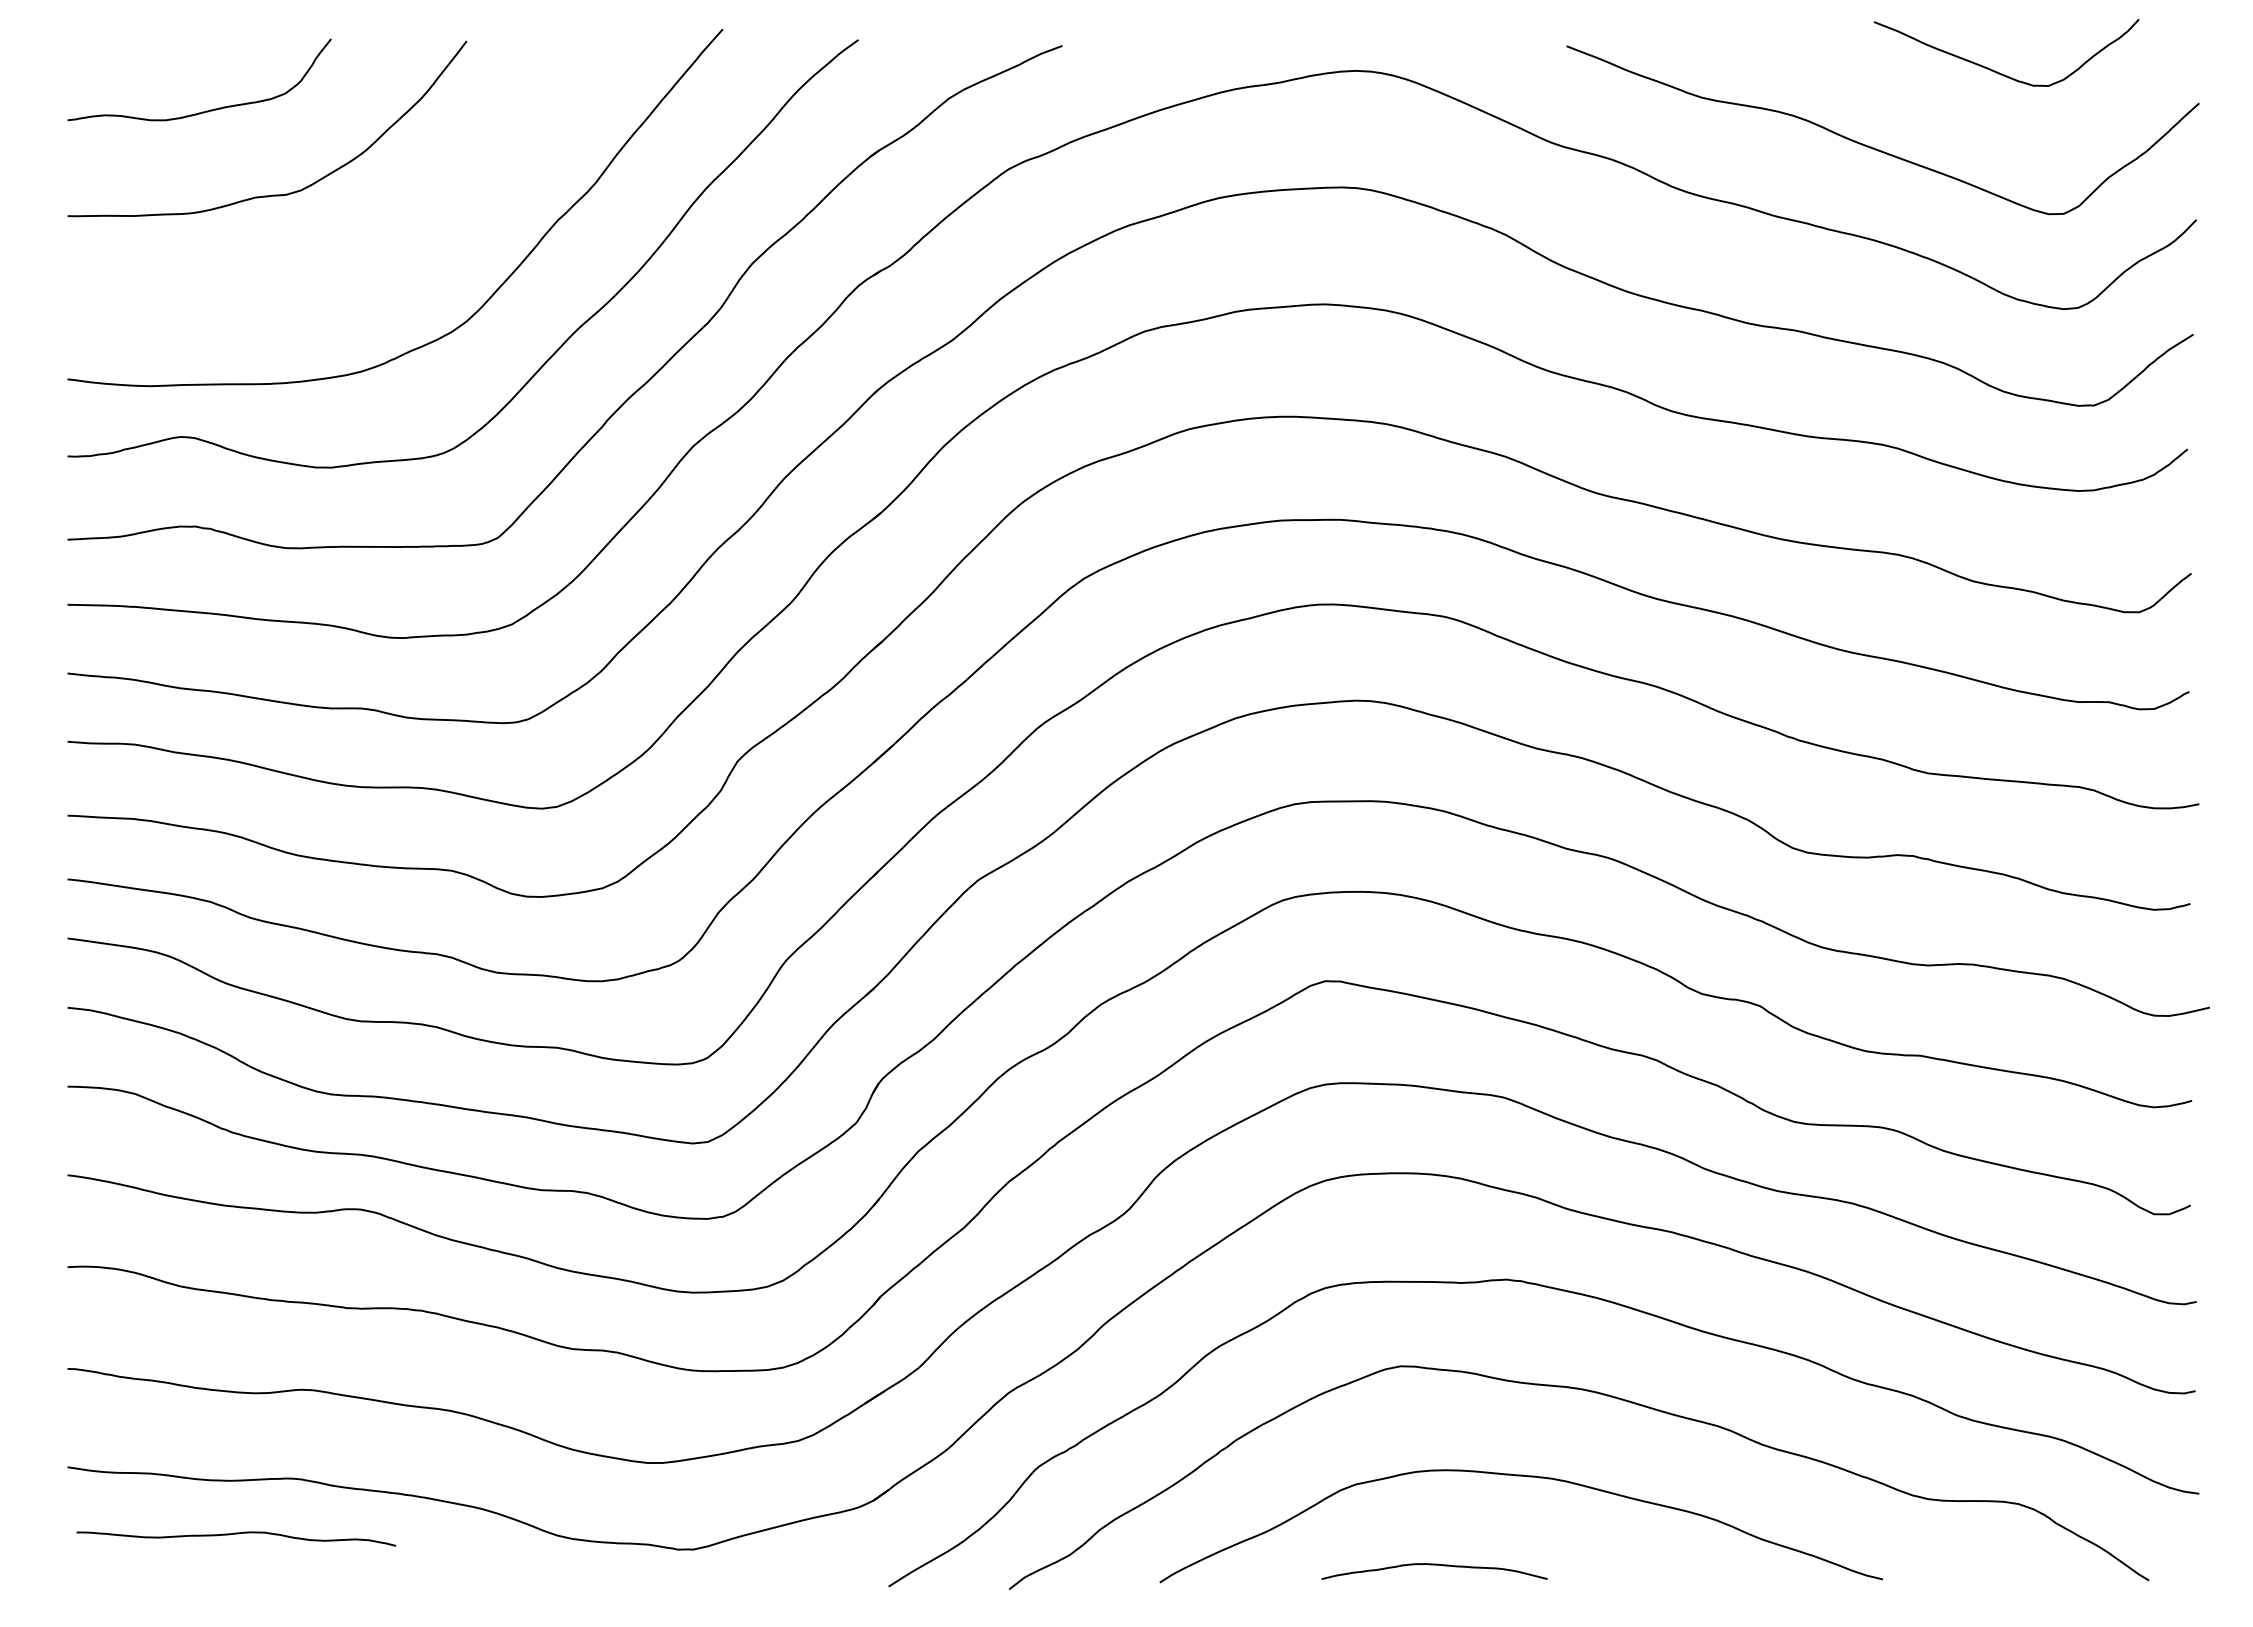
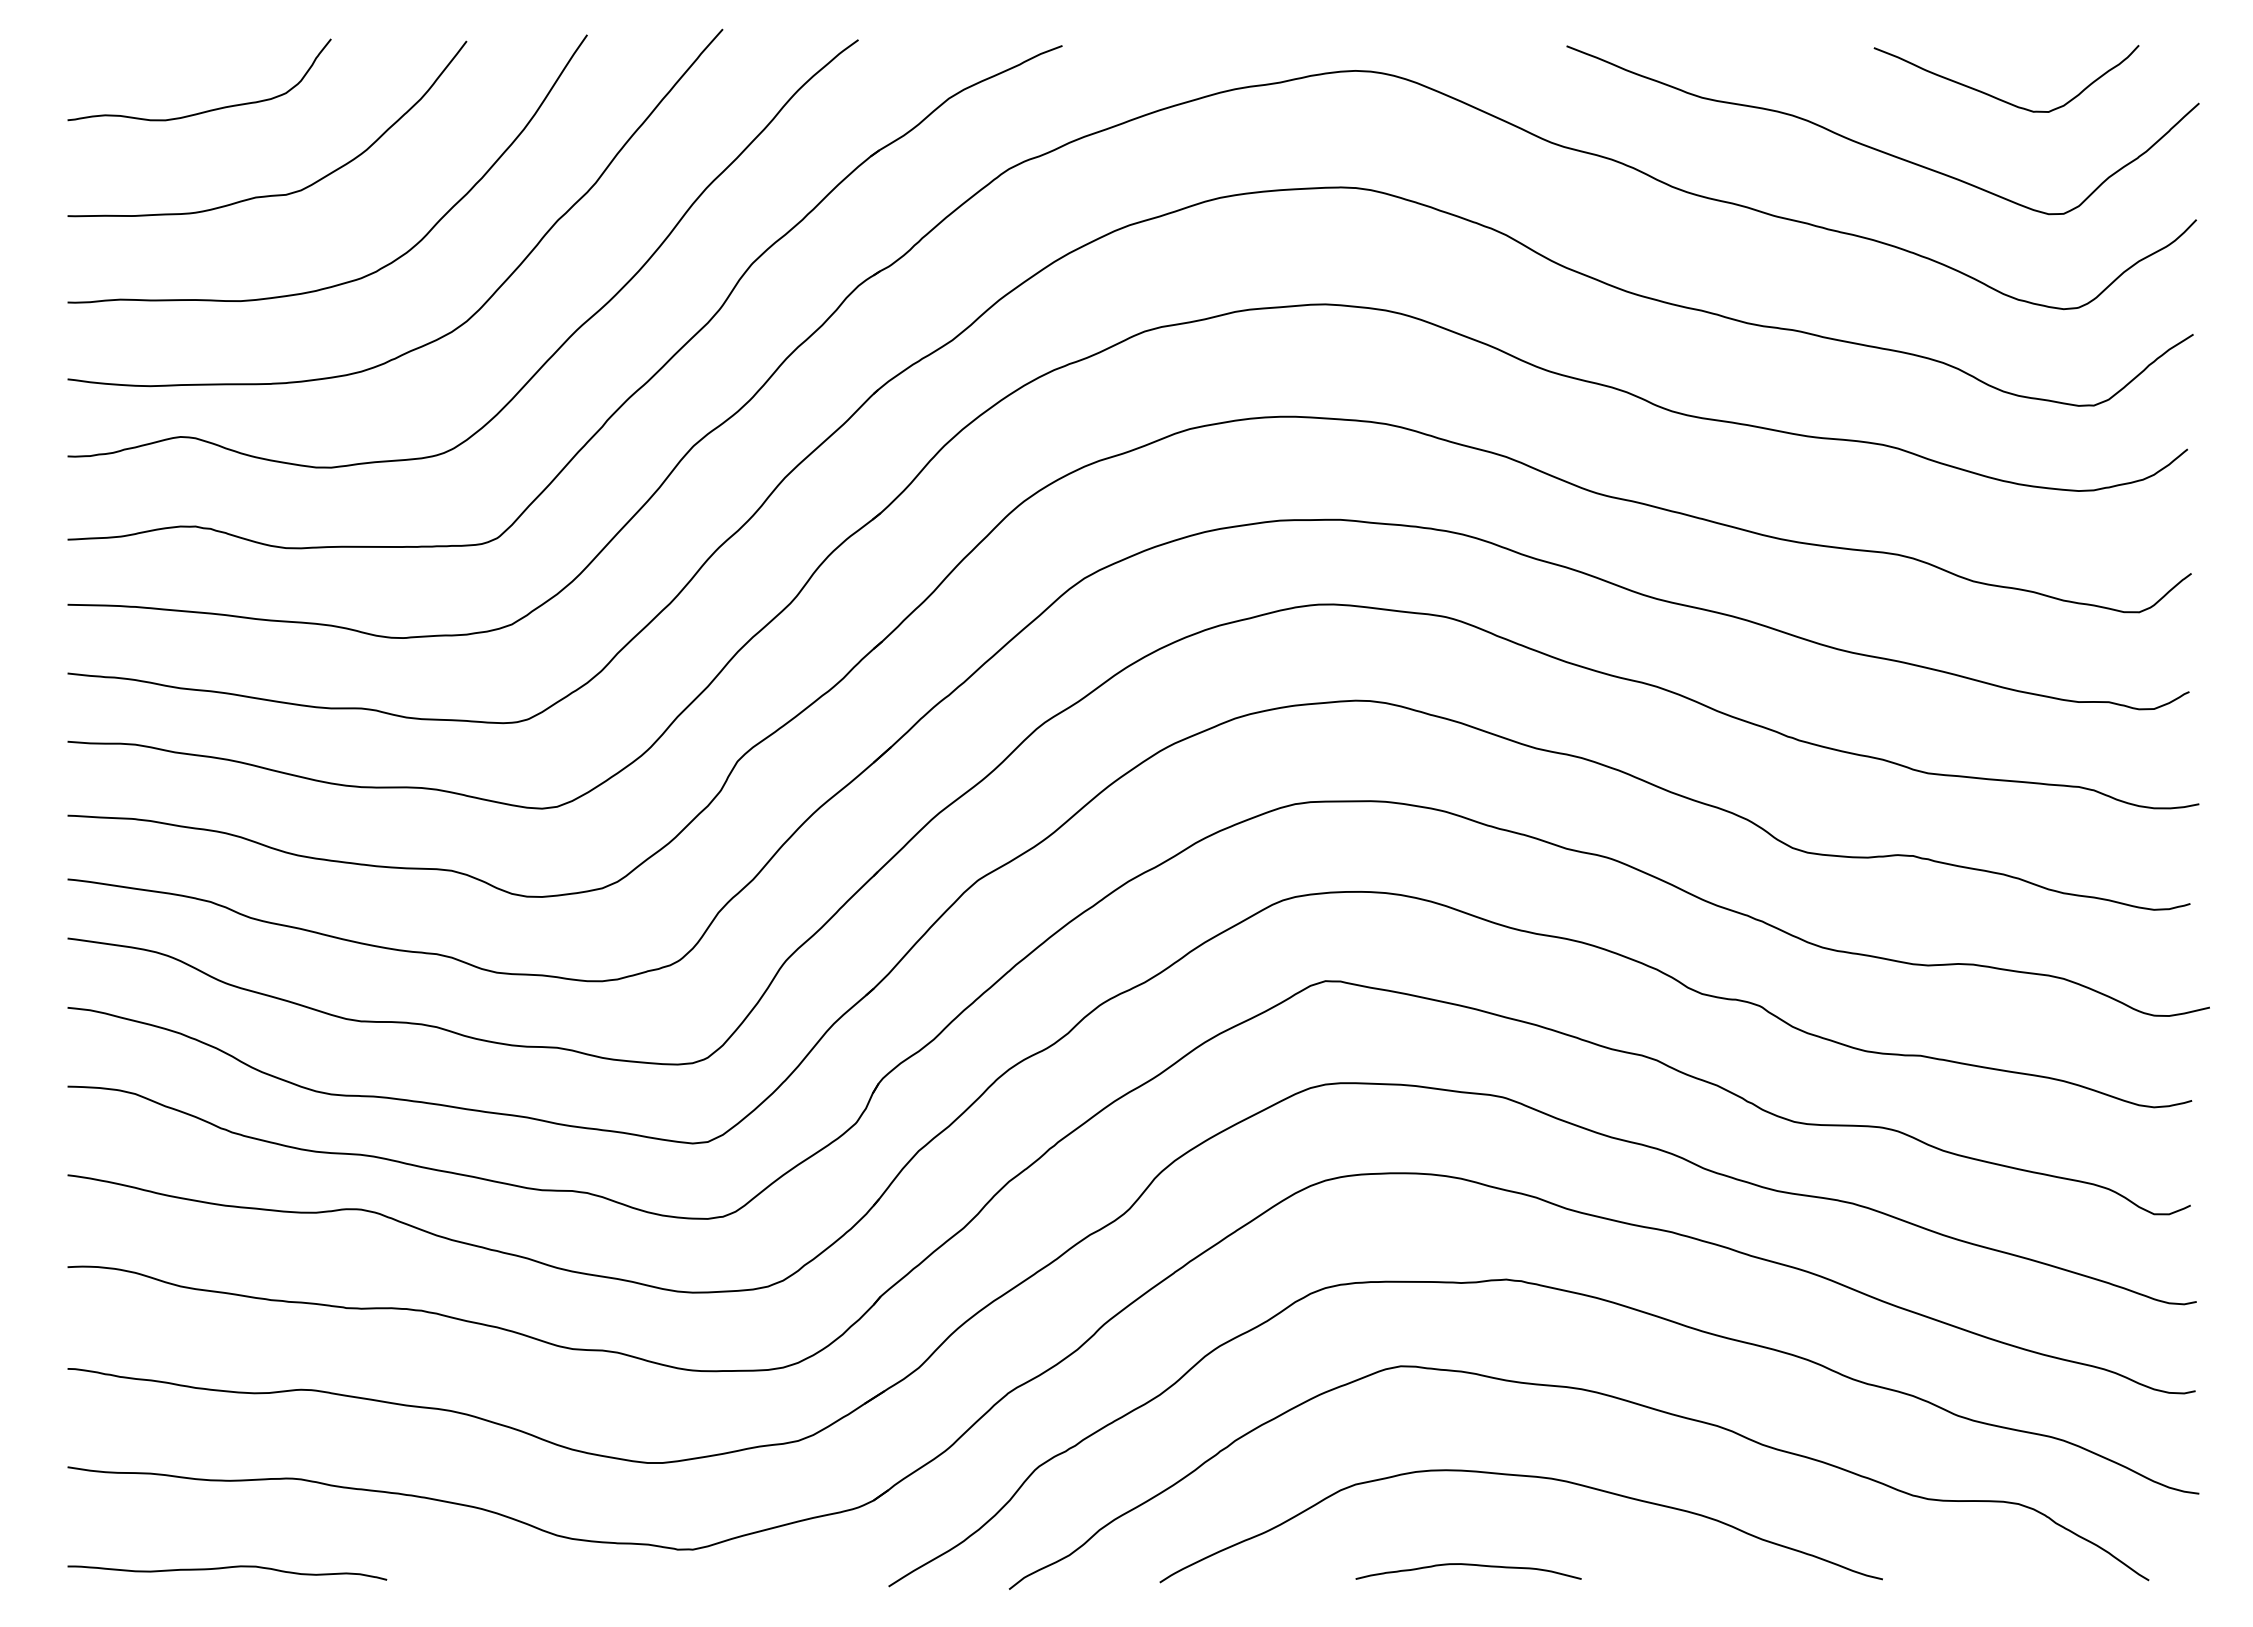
curve at (1997, 71) position: (1997, 71) -> (1997, 97)
curve at (380, 267): none -> present
curve at (236, 1534) position: (236, 1534) -> (227, 1568)
curve at (1434, 1565) position: (1434, 1565) -> (1468, 1565)
